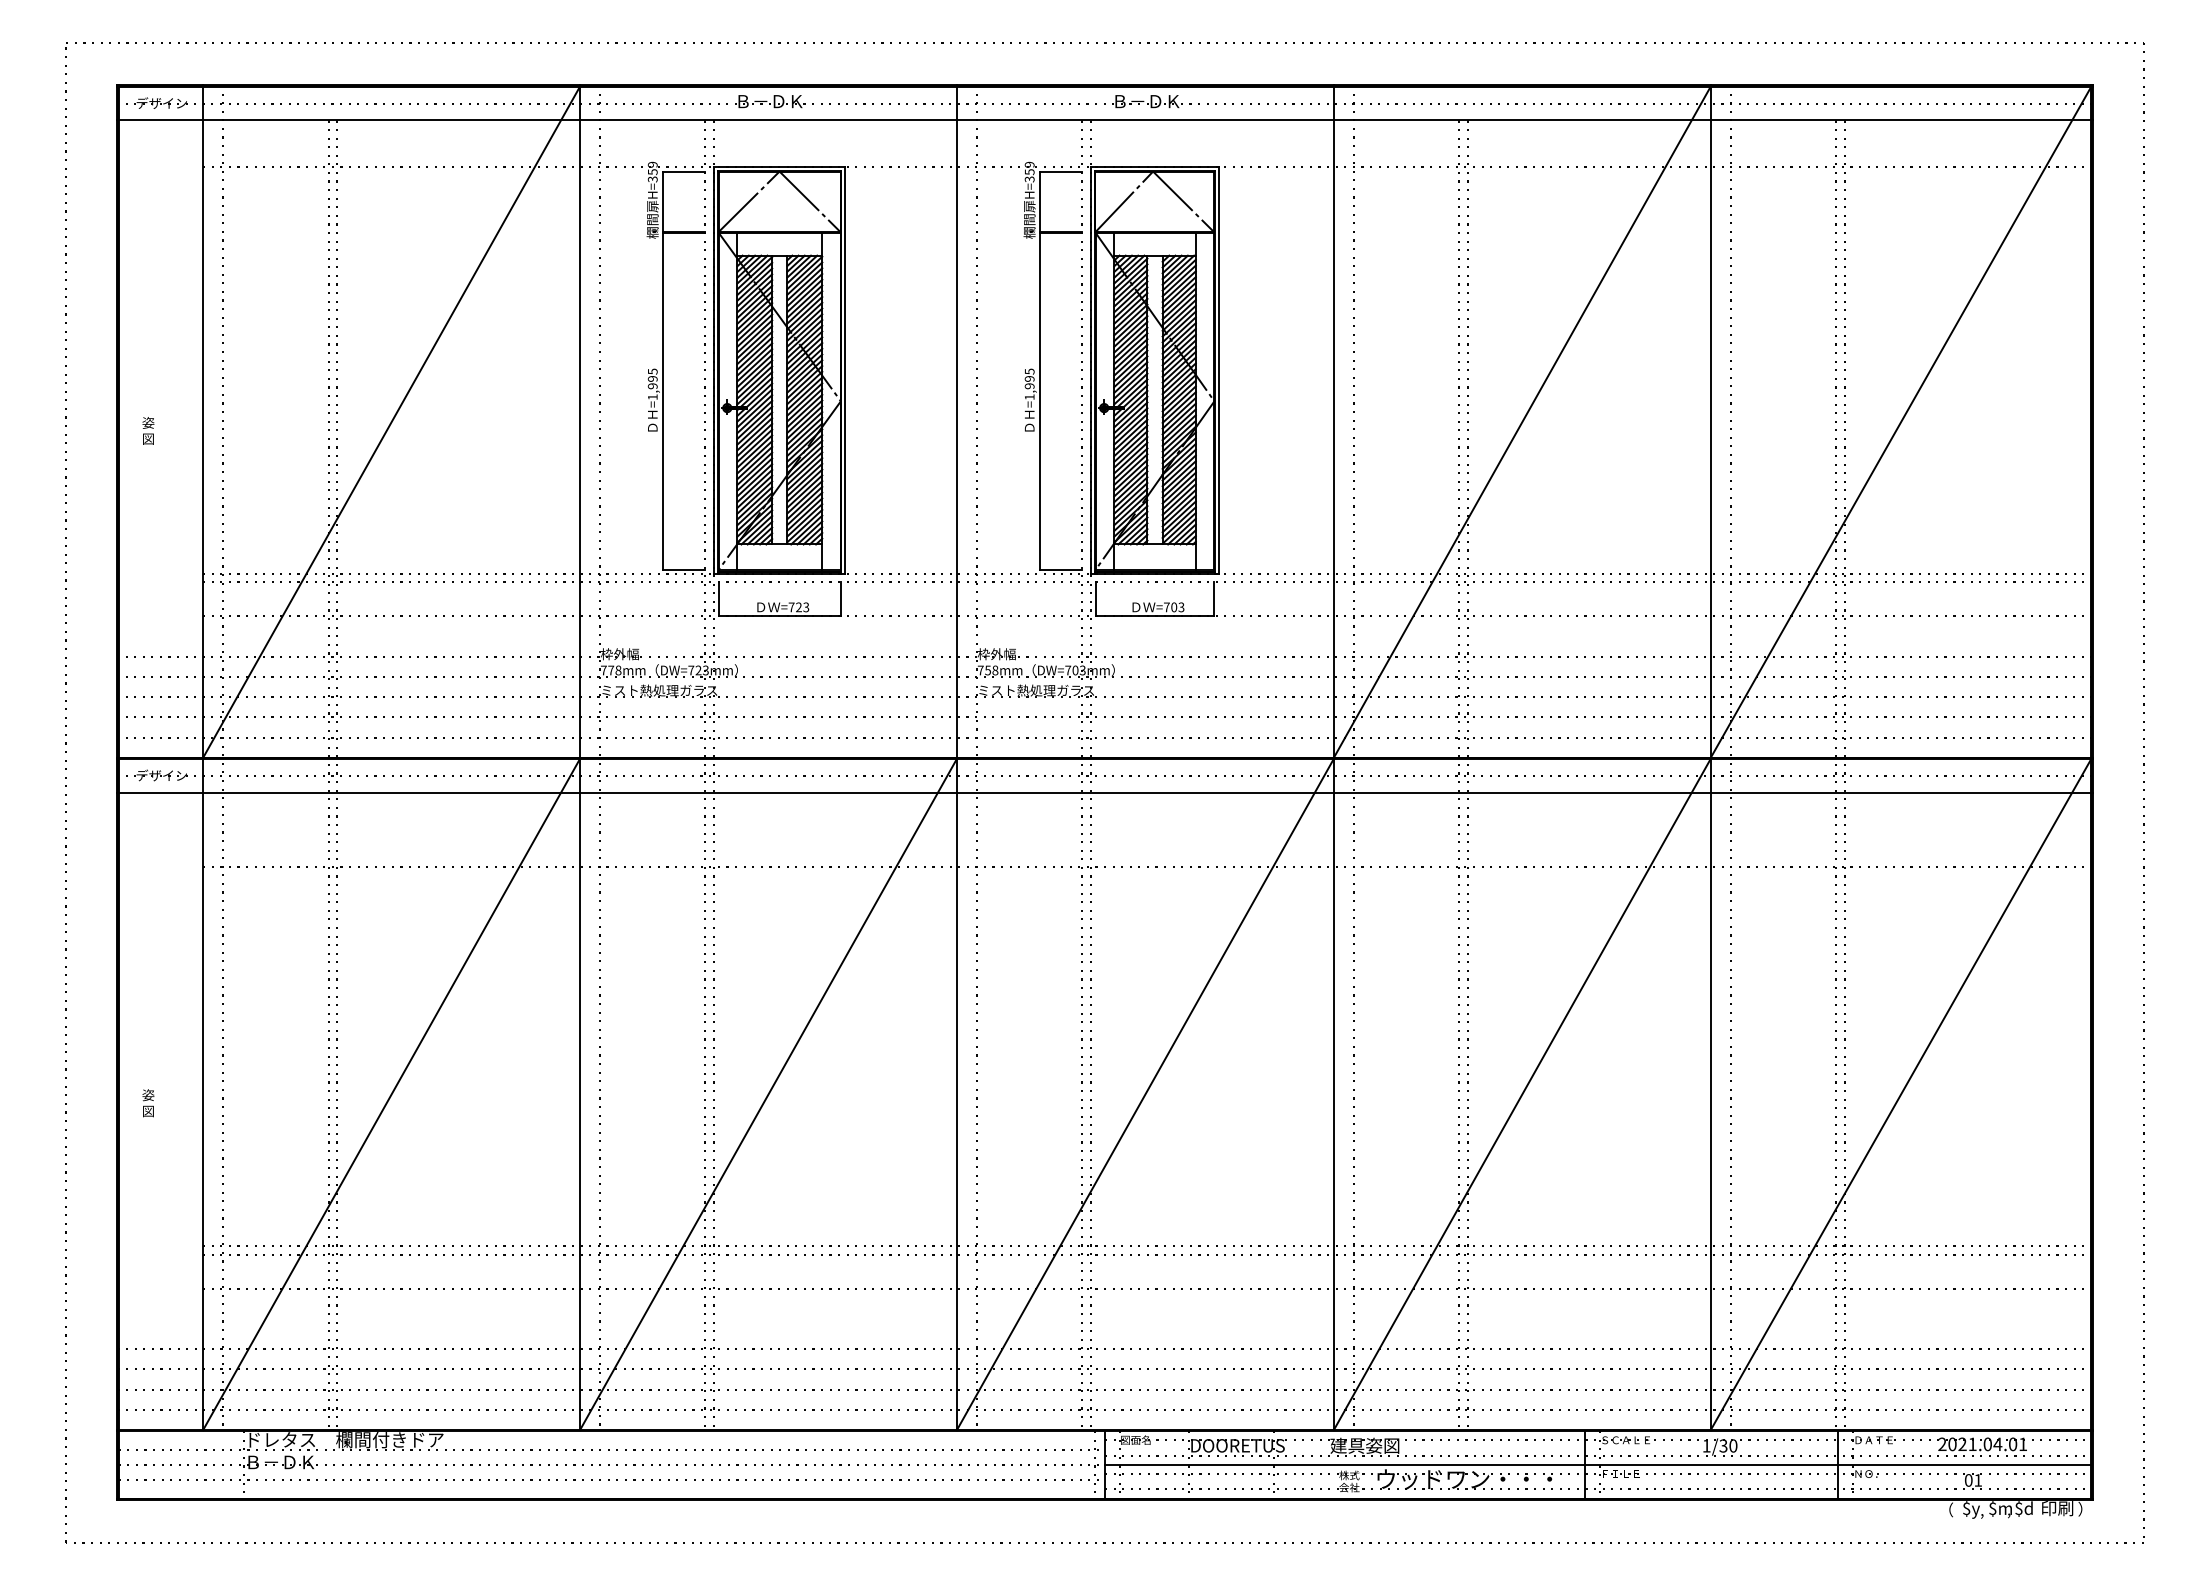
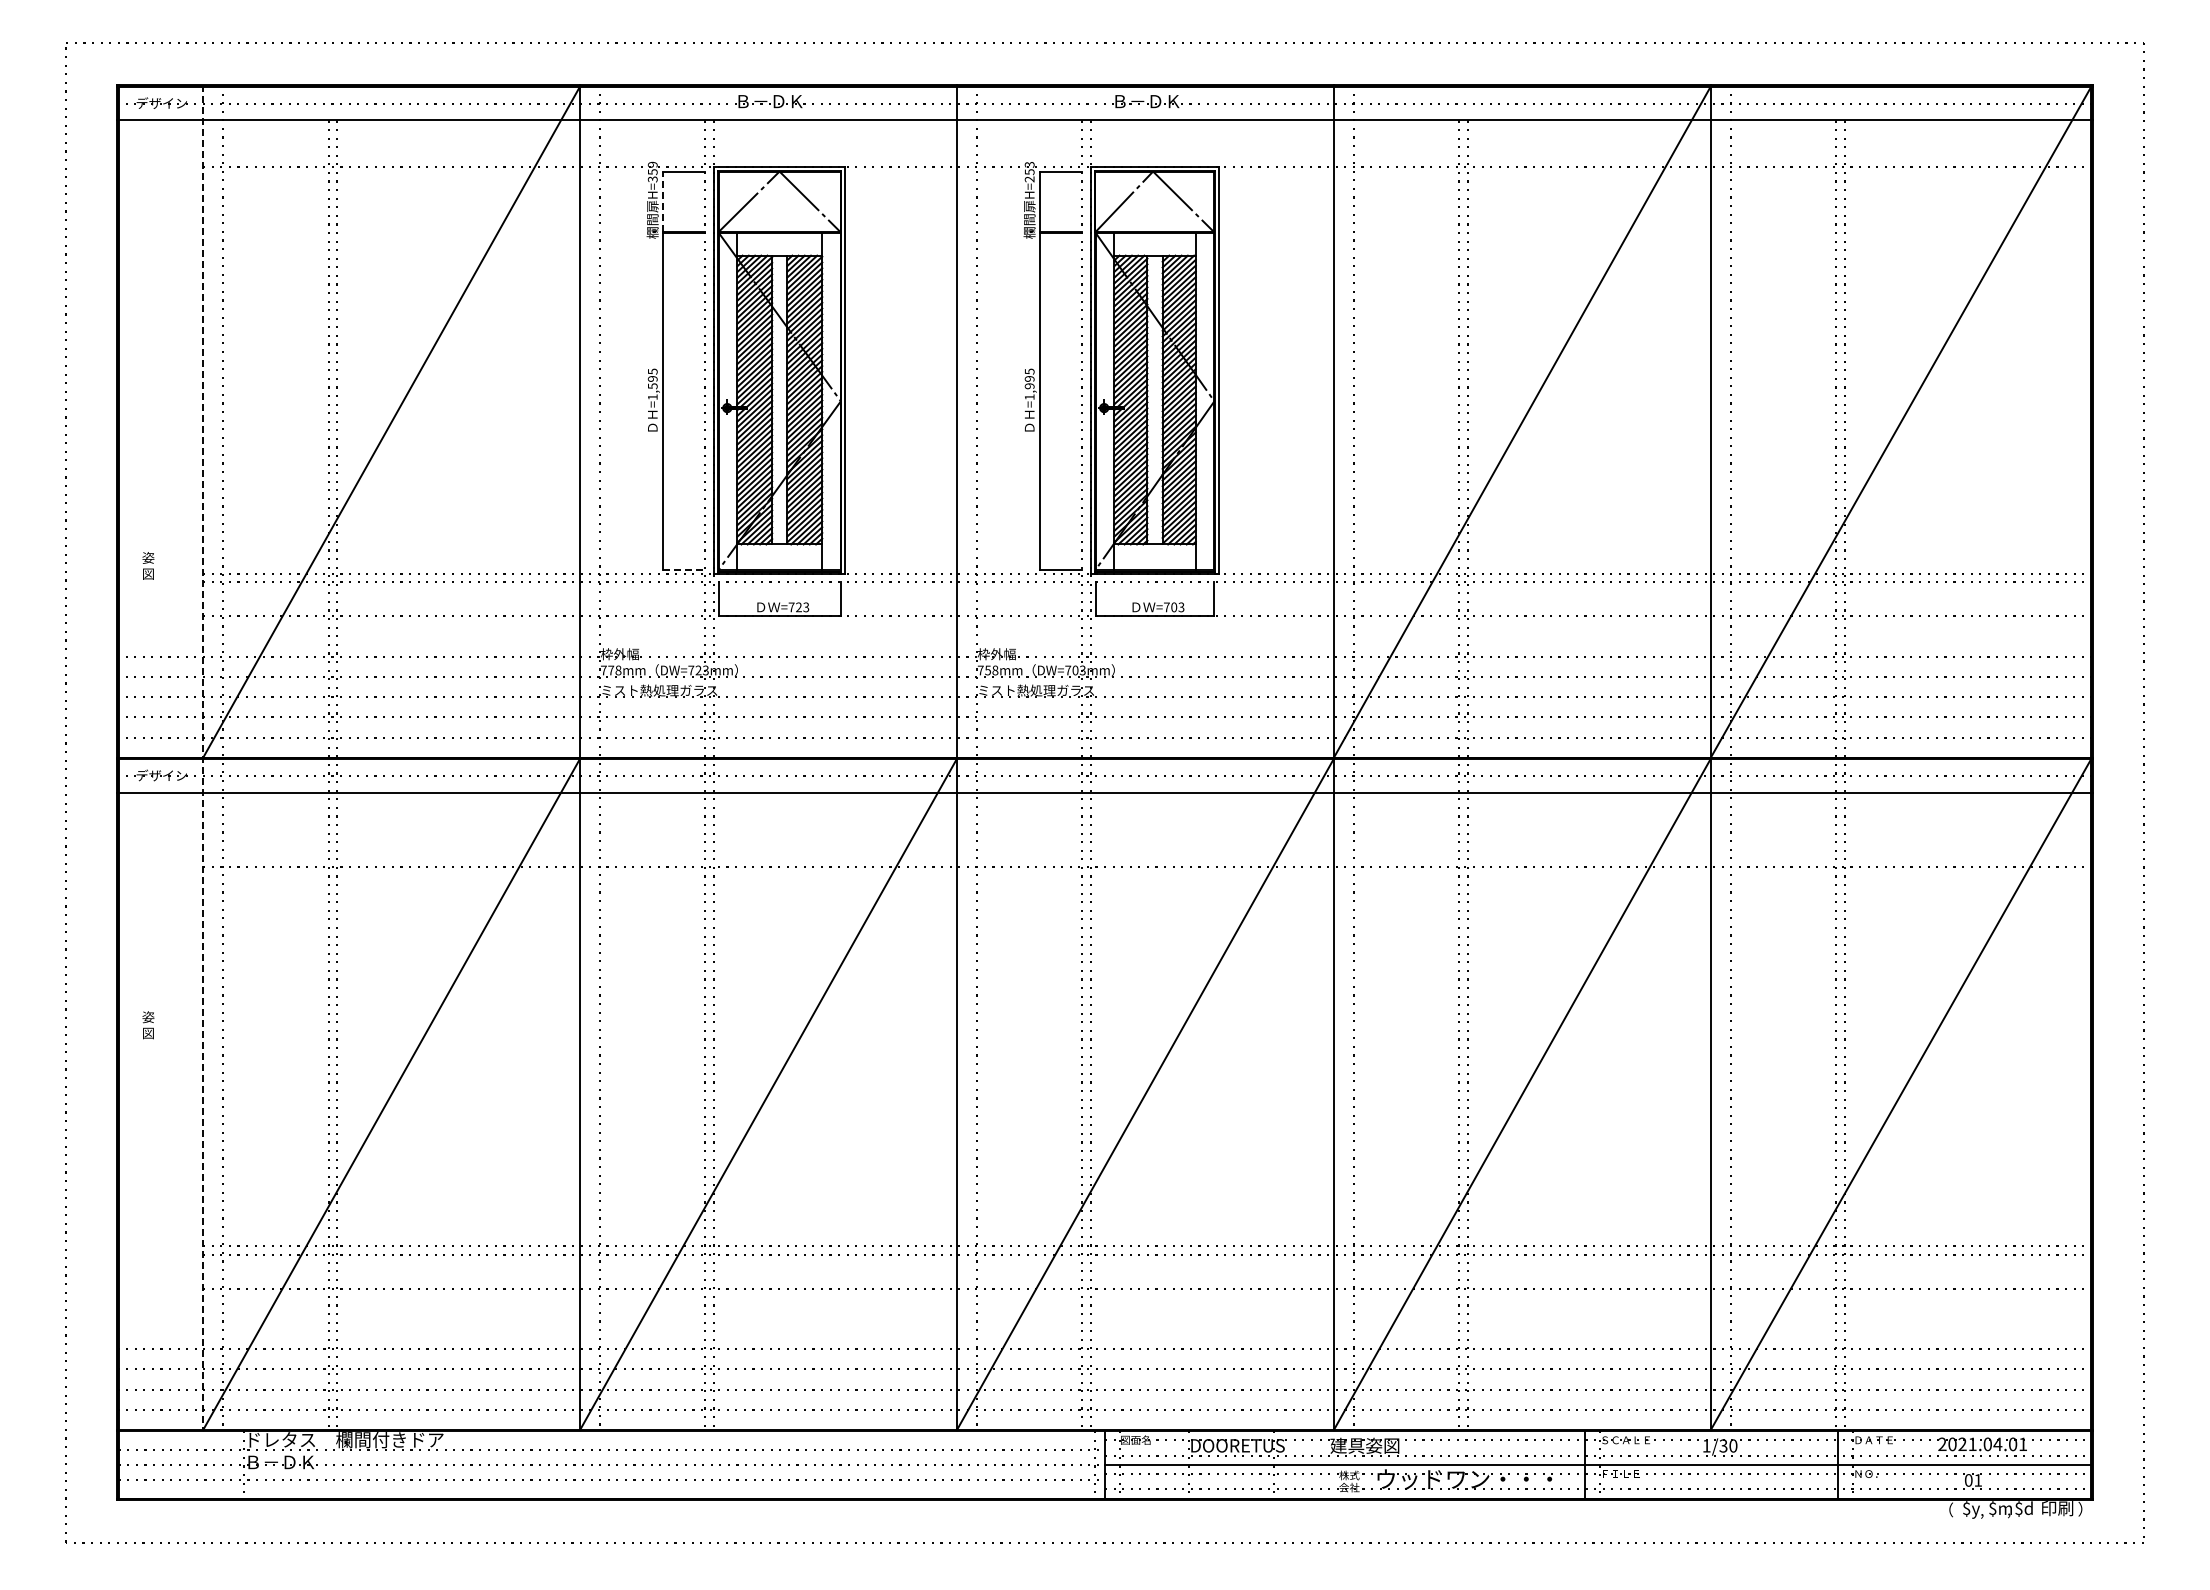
text at (1029, 171): H=359 -> H=253
line at (663, 201): solid -> dashed
text at (652, 386): =1,995 -> =1,595
text at (148, 430) position: (148, 430) -> (148, 565)
line at (684, 569): solid -> dashed
line at (203, 757): solid -> dashed
text at (148, 1103) position: (148, 1103) -> (148, 1025)
